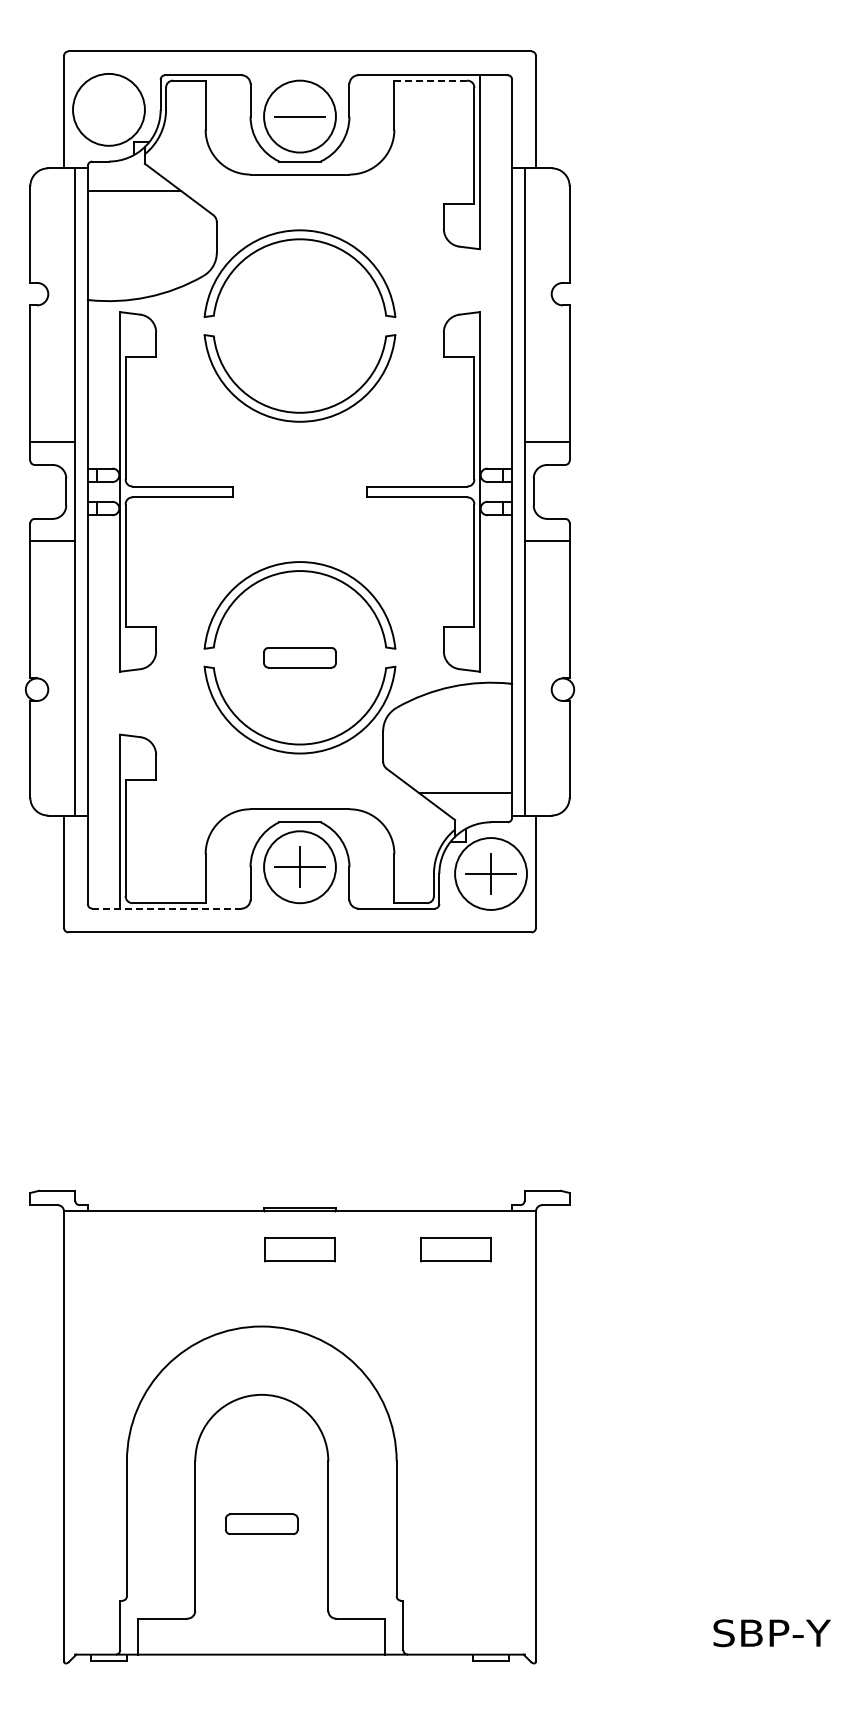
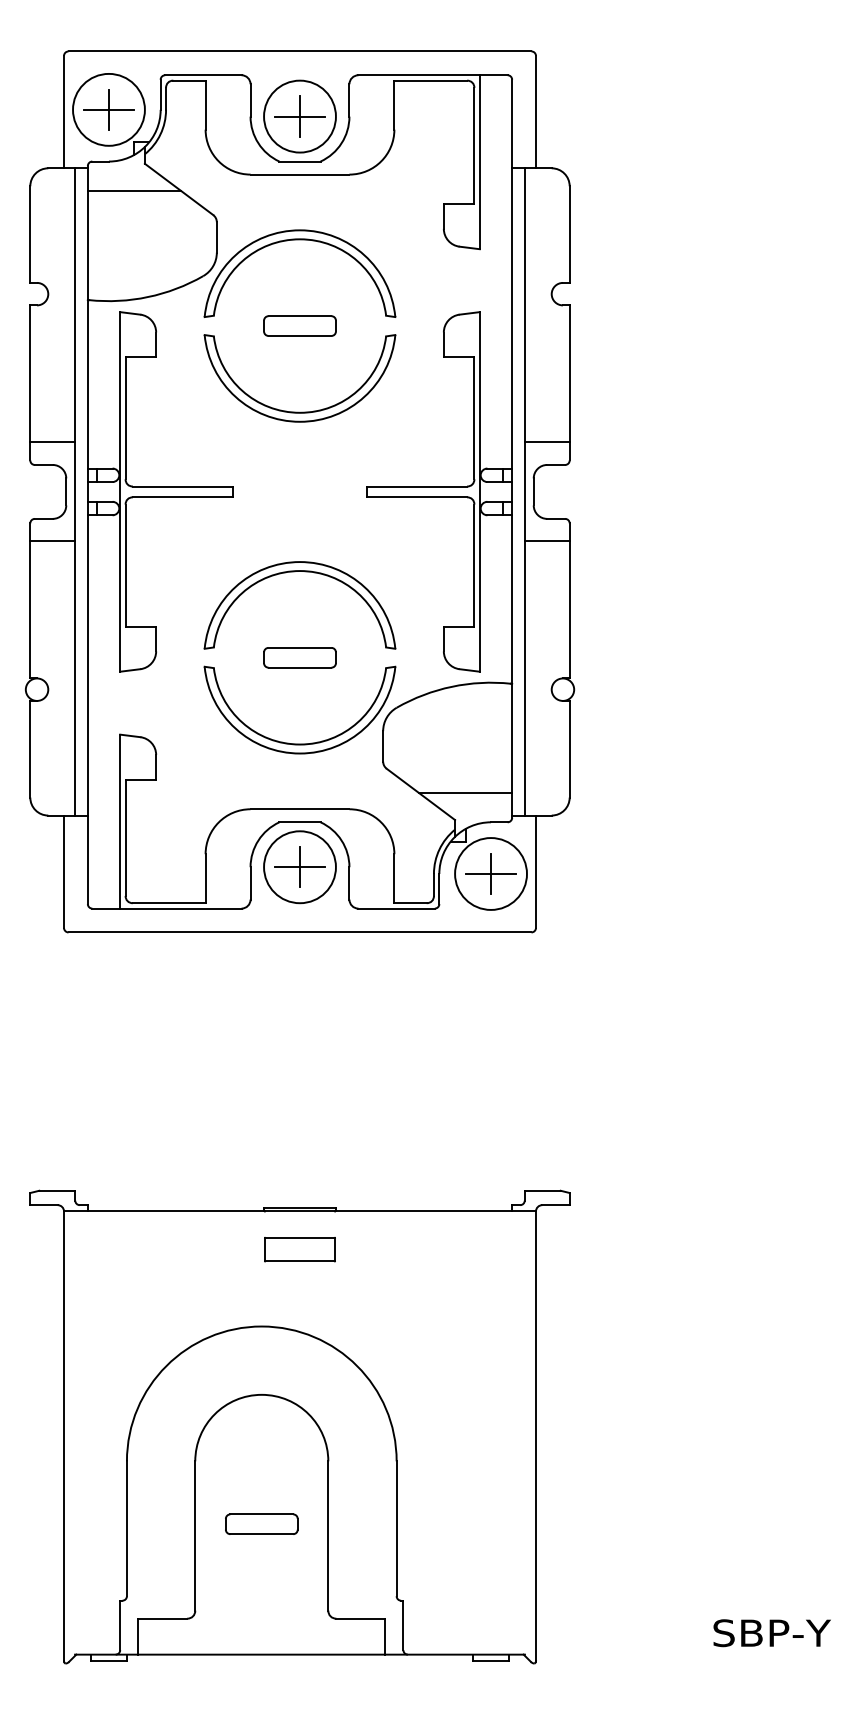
line at (430, 80): dashed -> solid
part at (108, 109): none -> present
line at (300, 116): none -> present
part at (299, 325): none -> present
line at (166, 908): dashed -> solid
part at (455, 1249): present -> none
